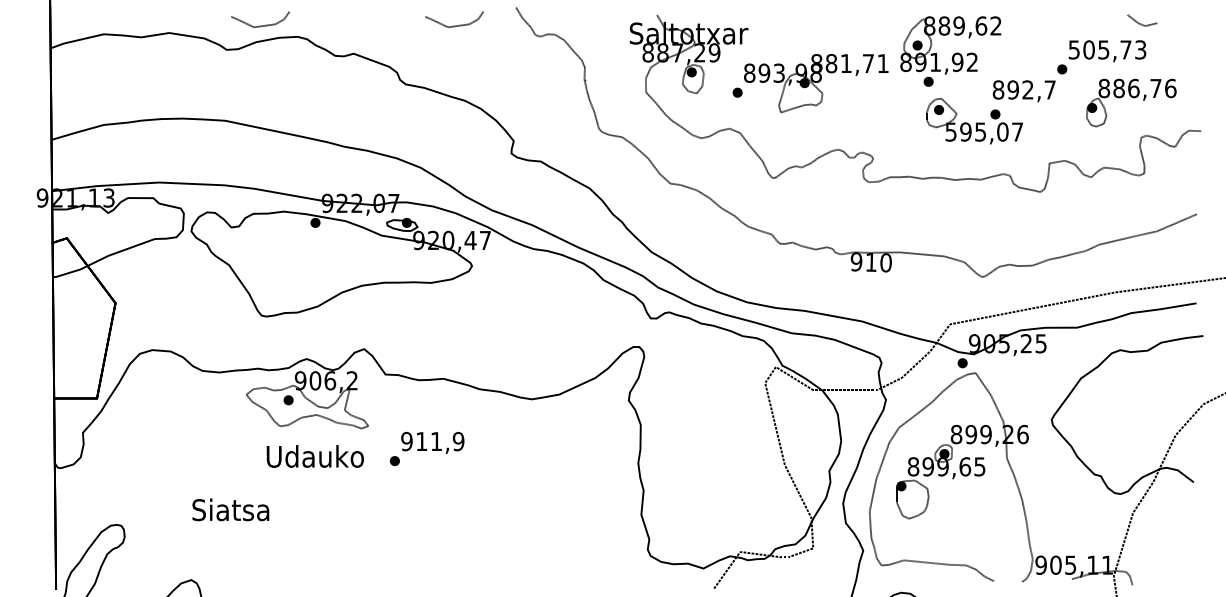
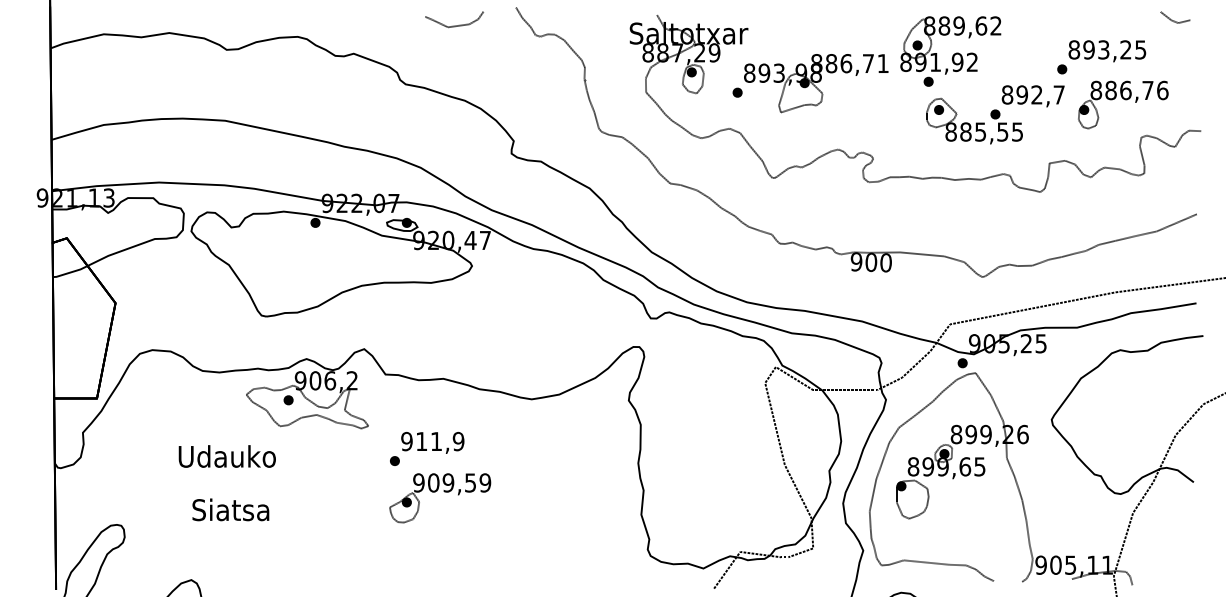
line at (1141, 23) position: (1141, 23) -> (1174, 20)
curve at (260, 25): present -> none
text at (1107, 49): 505,73 -> 893,25
text at (846, 63): 881,71 -> 886,71
text at (1023, 91) position: (1023, 91) -> (1032, 96)
part at (1131, 102) position: (1131, 102) -> (1123, 104)
text at (983, 131): 595,07 -> 885,55
text at (871, 262): 910 -> 900
text at (314, 456) position: (314, 456) -> (226, 456)
part at (444, 492): none -> present
